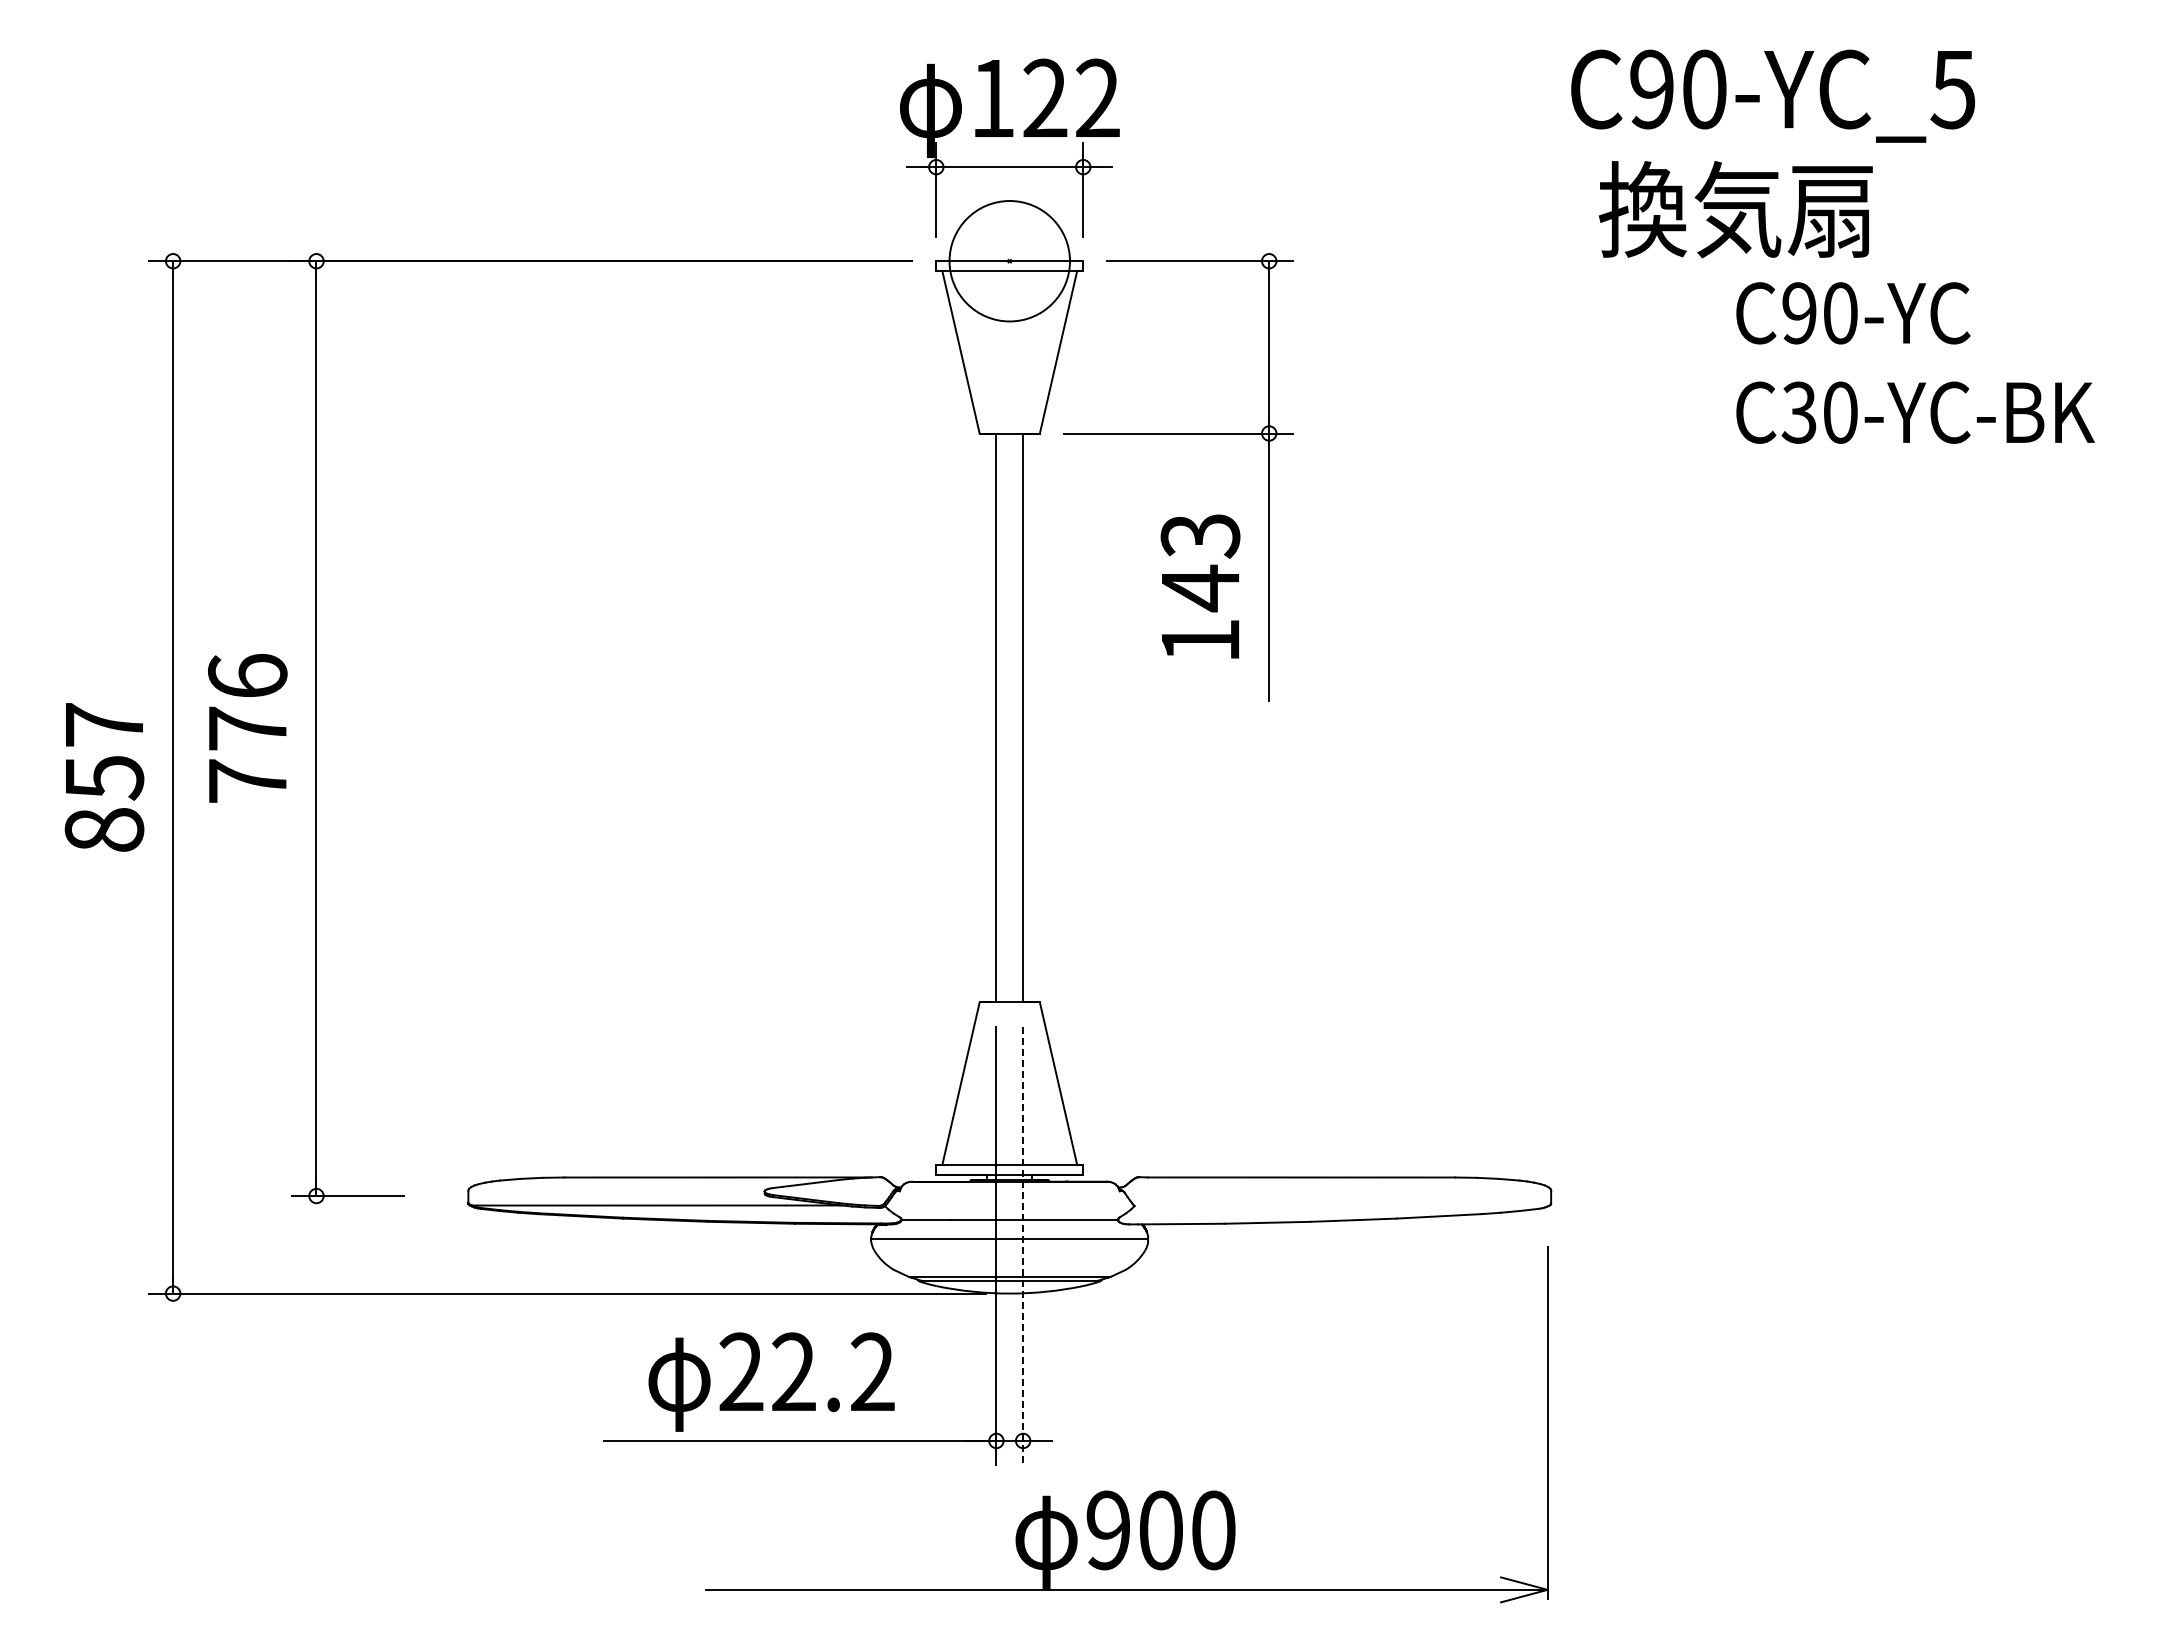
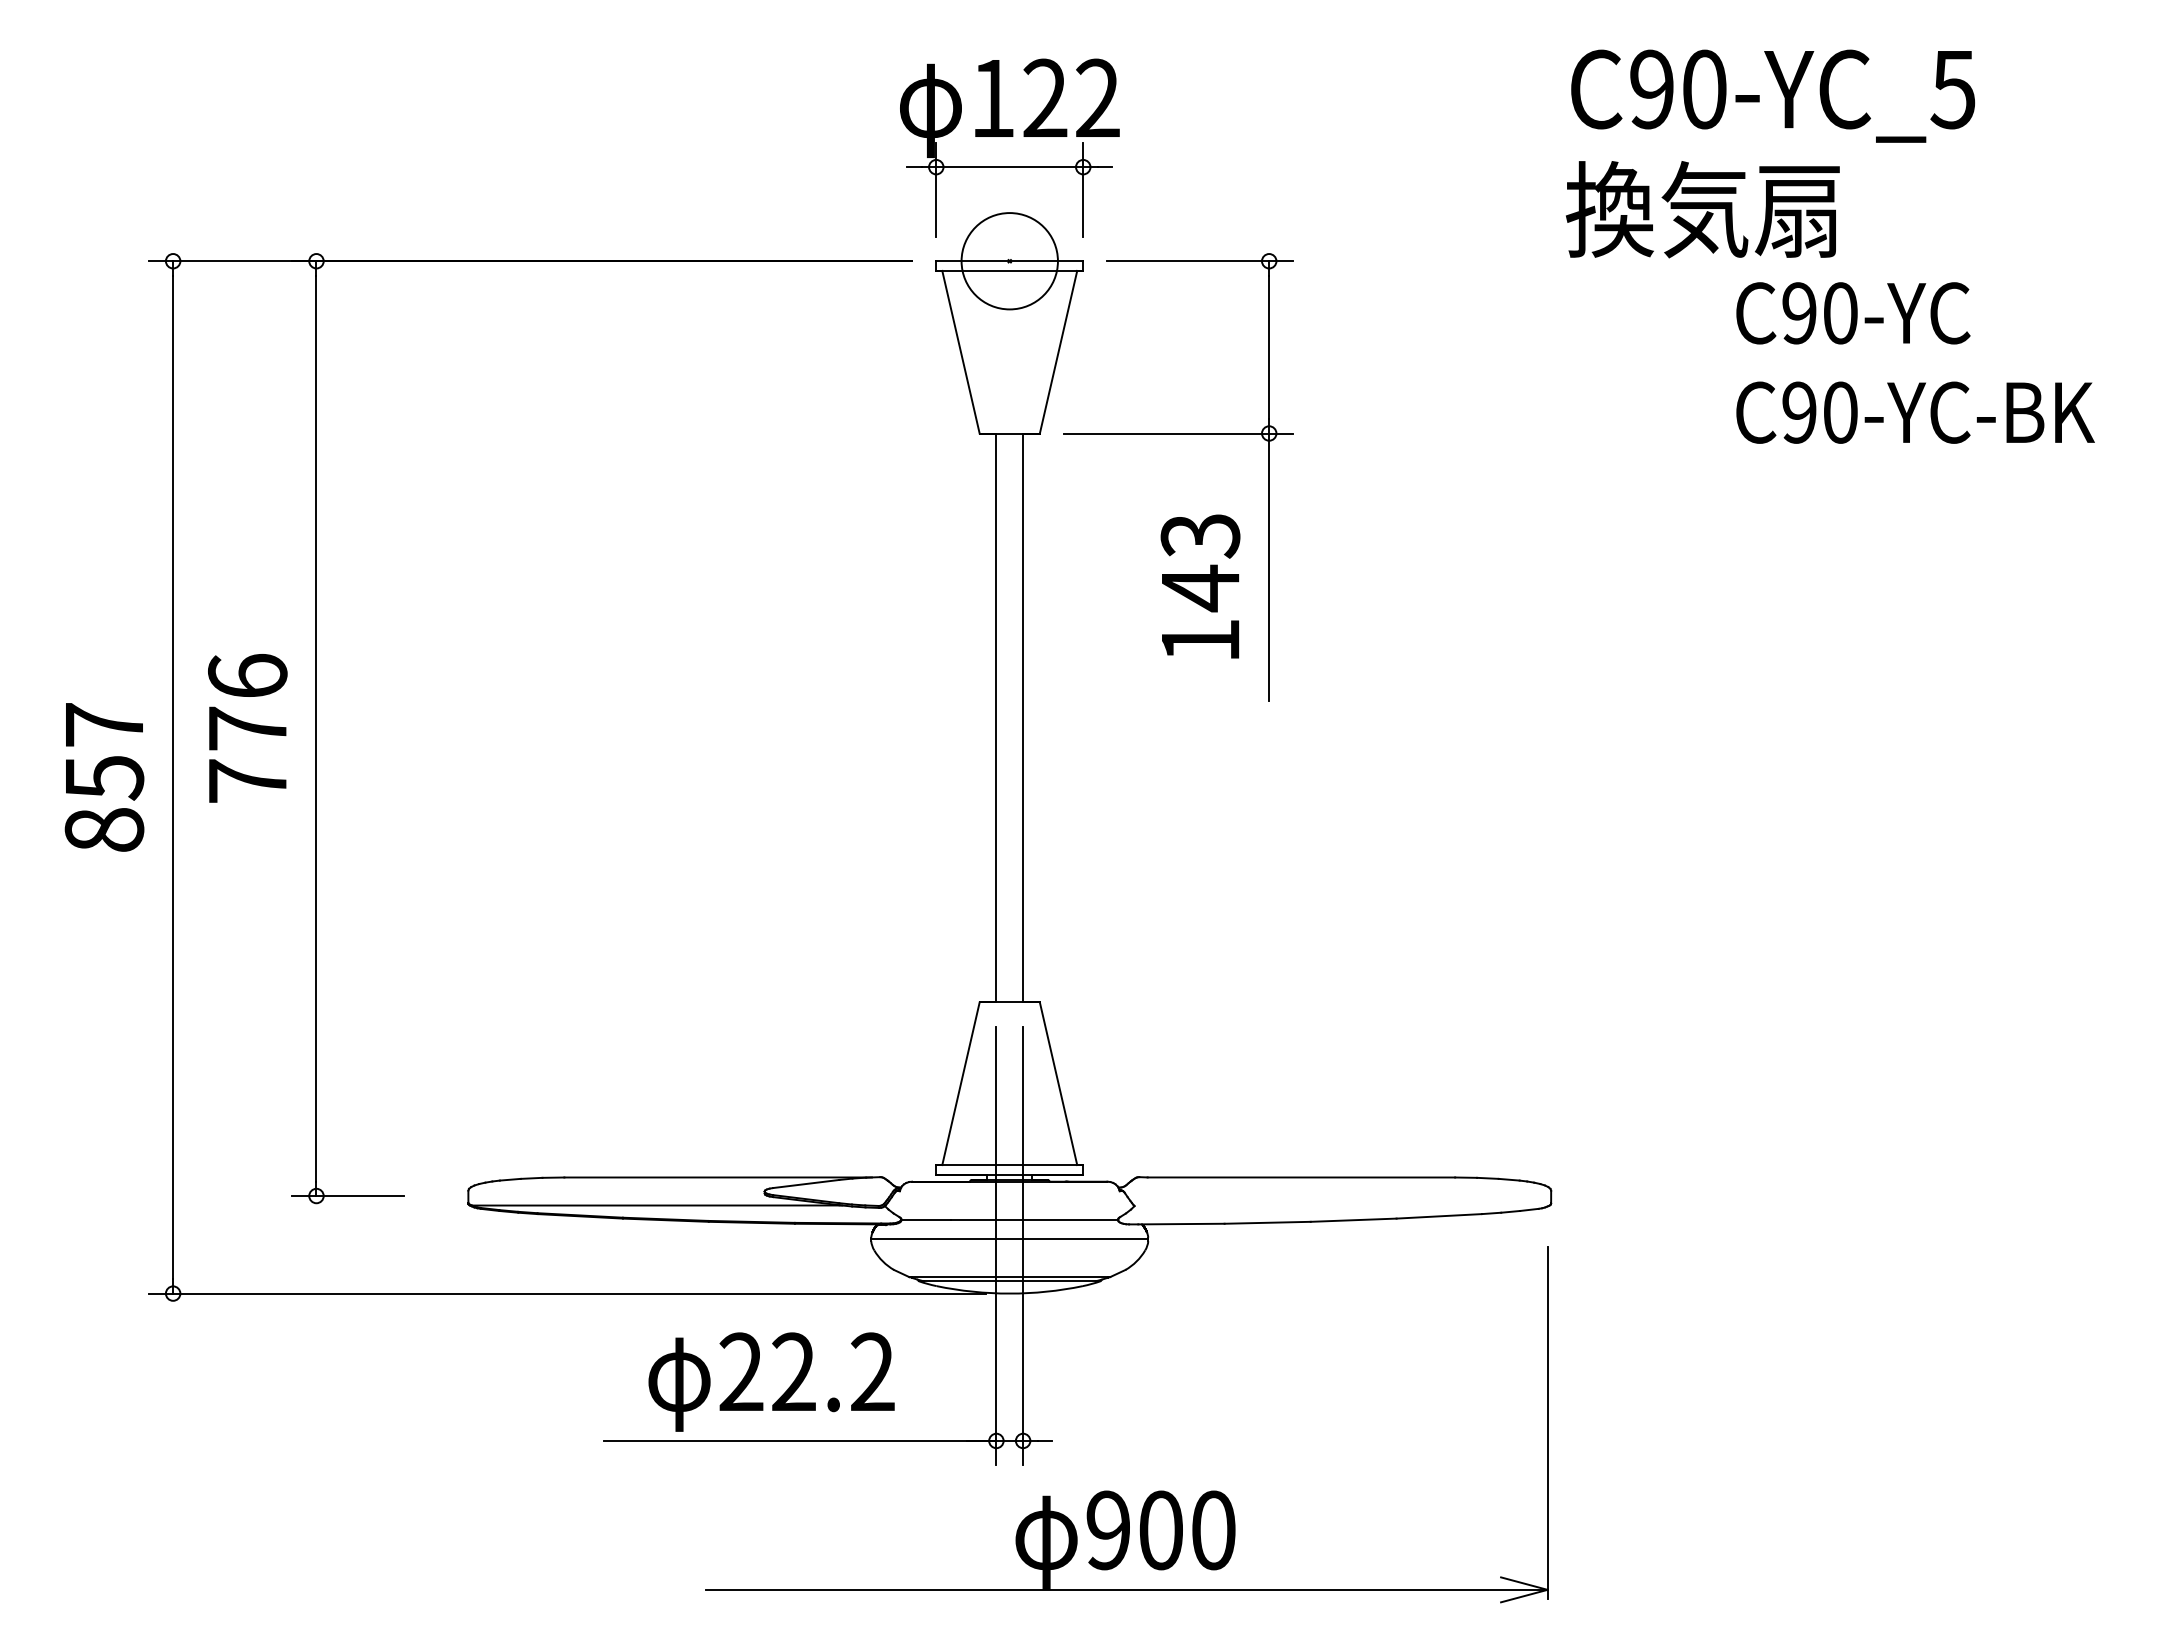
text at (1735, 209) position: (1735, 209) -> (1702, 209)
circle at (1009, 261) diameter: 120 px -> 96 px
text at (1798, 412): C30-YC-BK -> C90-YC-BK
line at (1023, 1246): dashed -> solid
